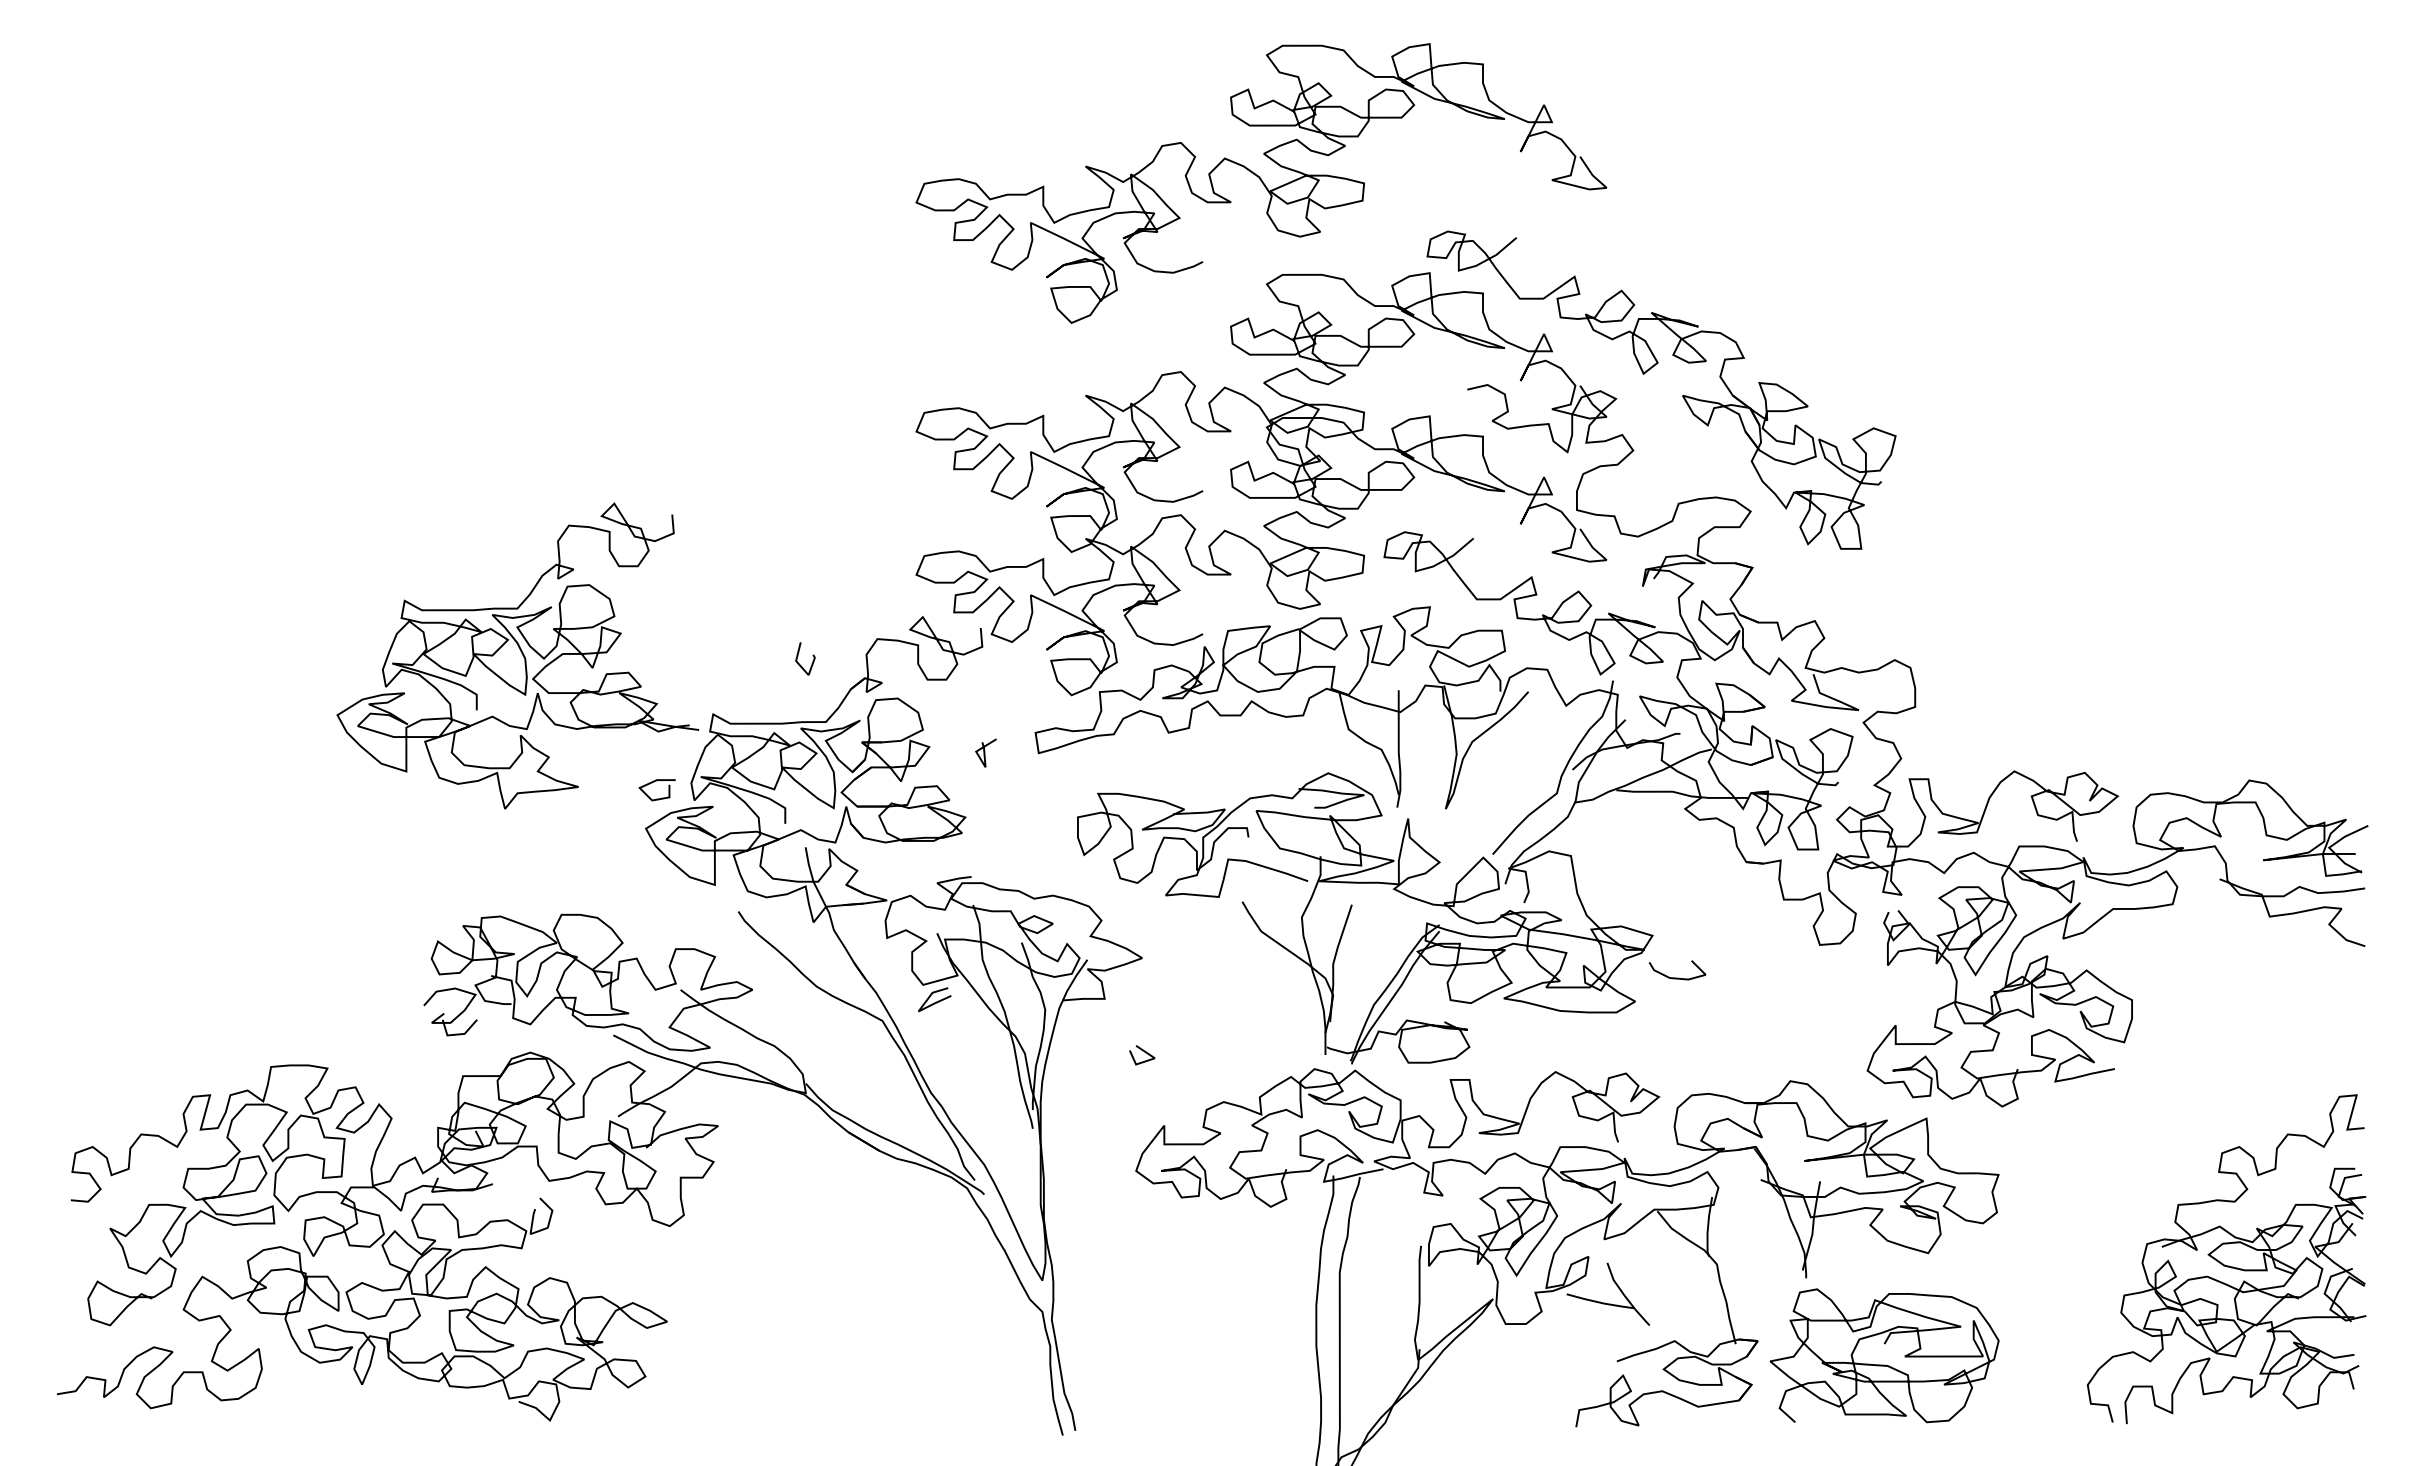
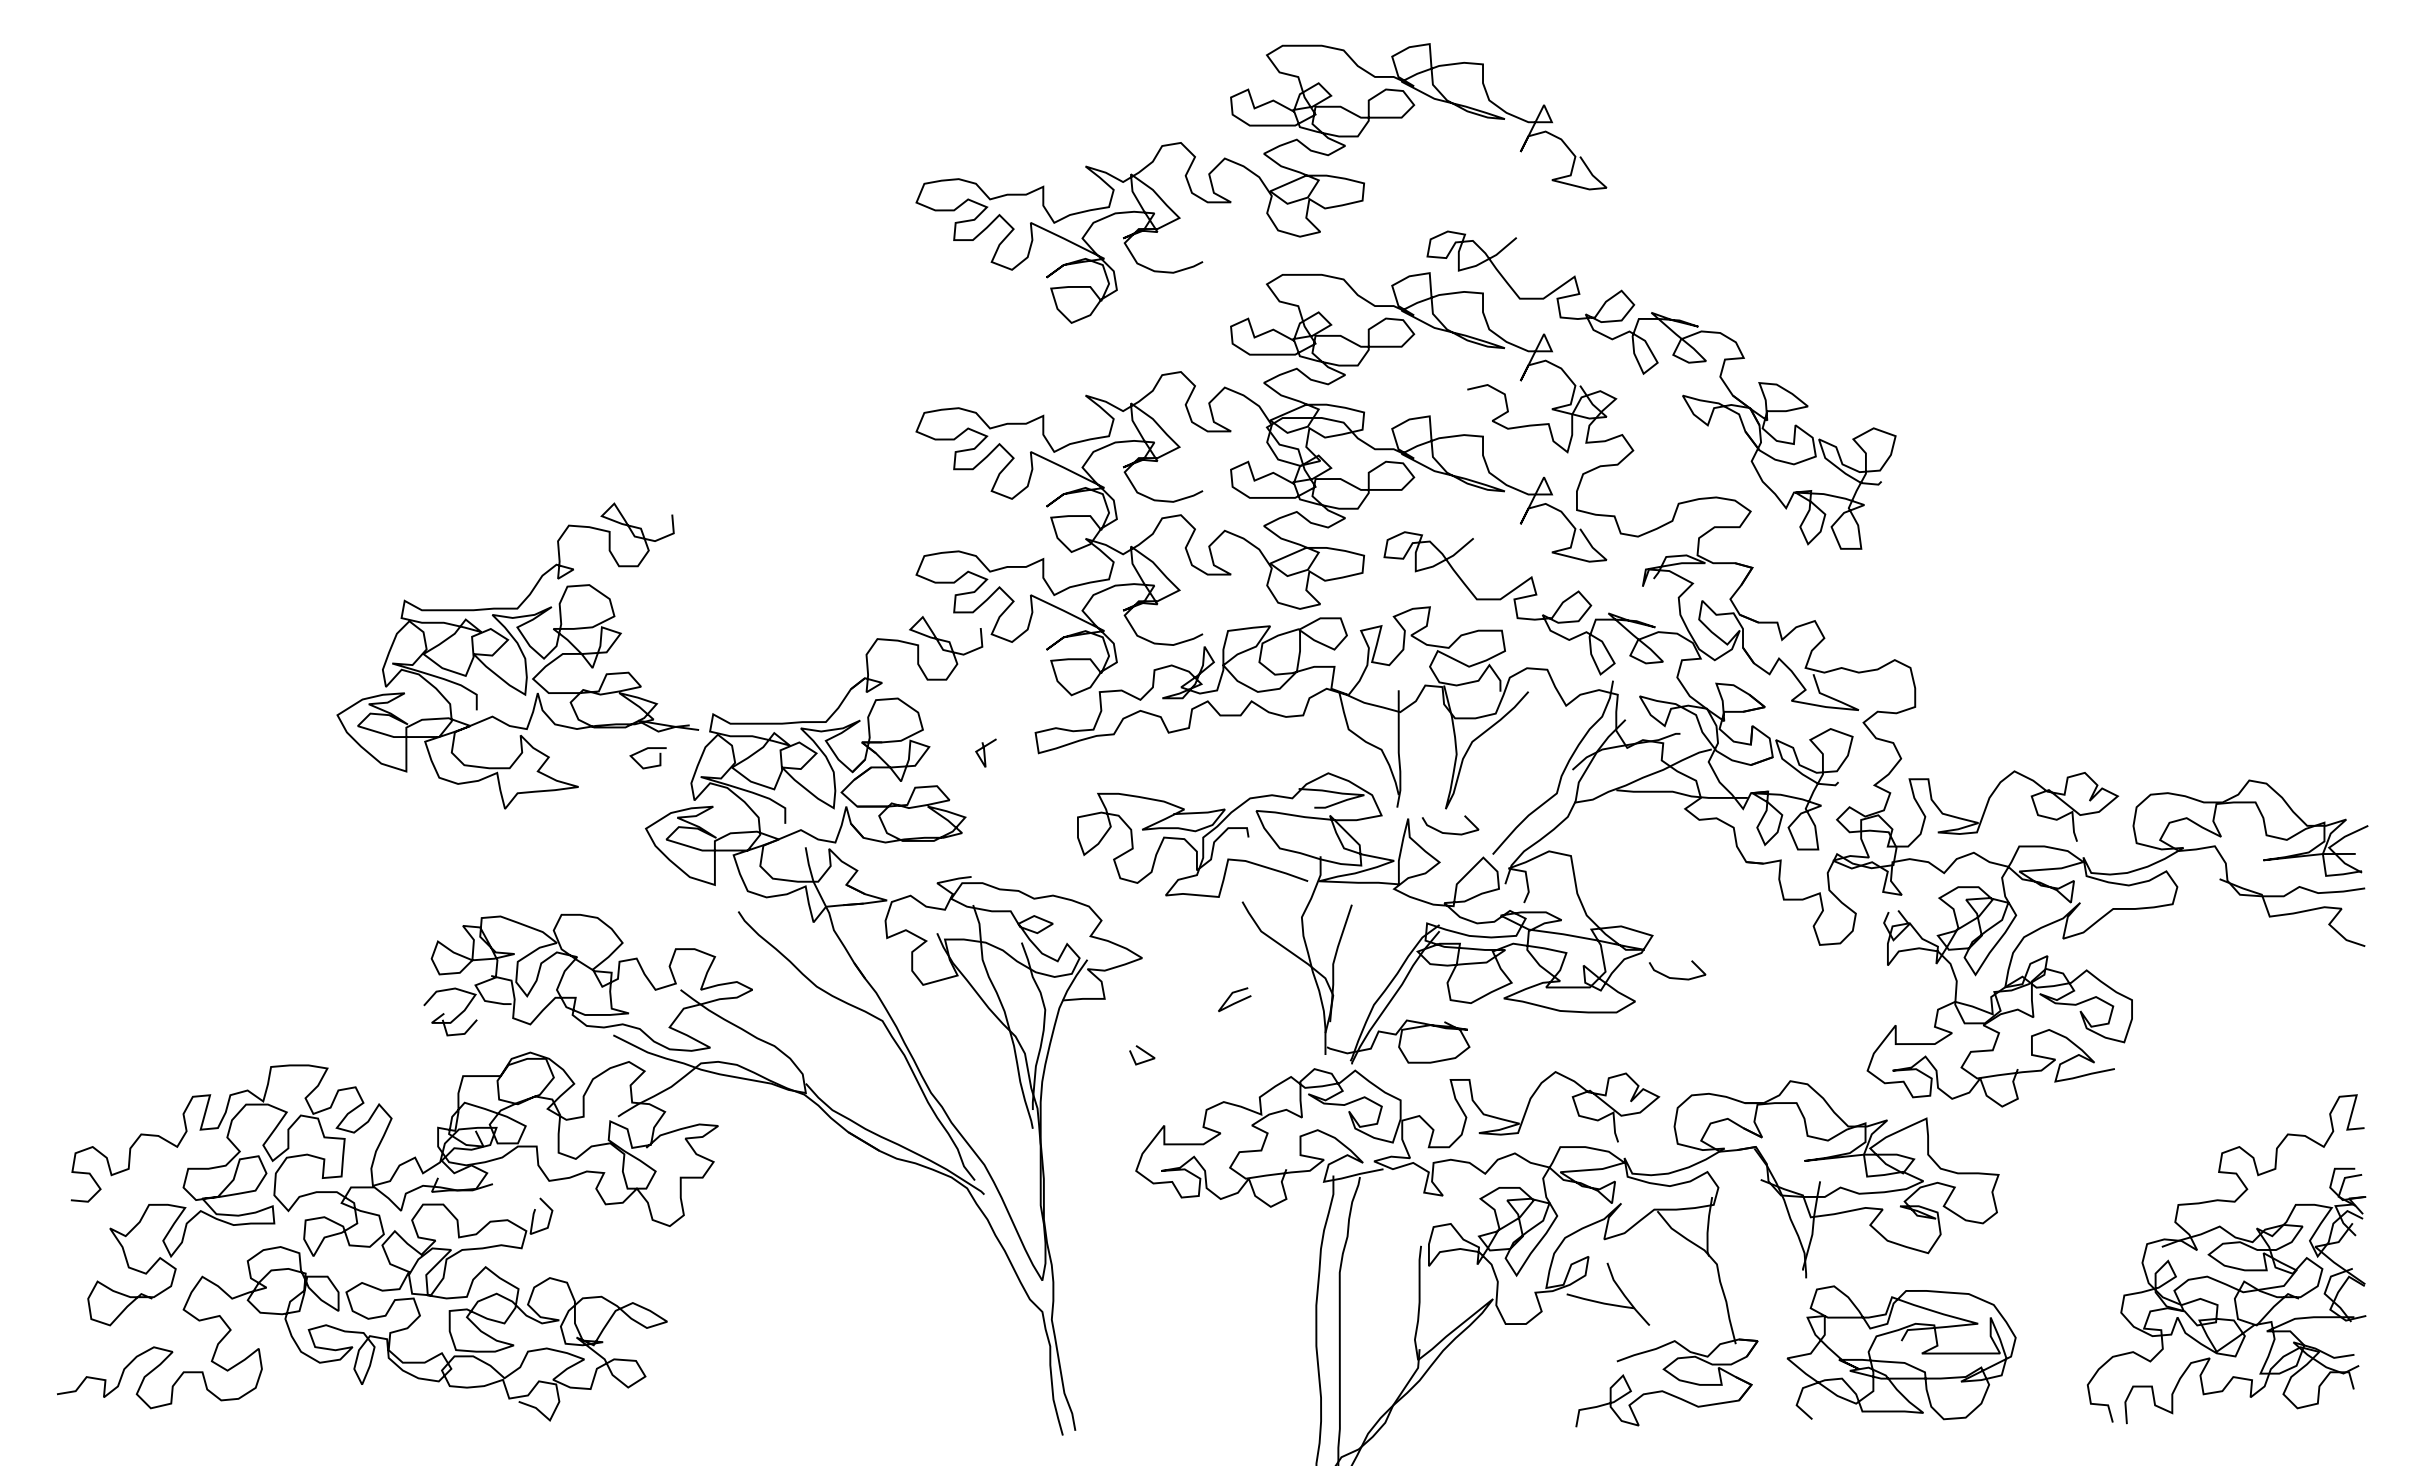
line at (798, 656): present -> none
curve at (656, 798) position: (656, 798) -> (647, 766)
curve at (1450, 832): none -> present
line at (936, 1001) position: (936, 1001) -> (1236, 1001)
curve at (1884, 1364) position: (1884, 1364) -> (1901, 1361)
